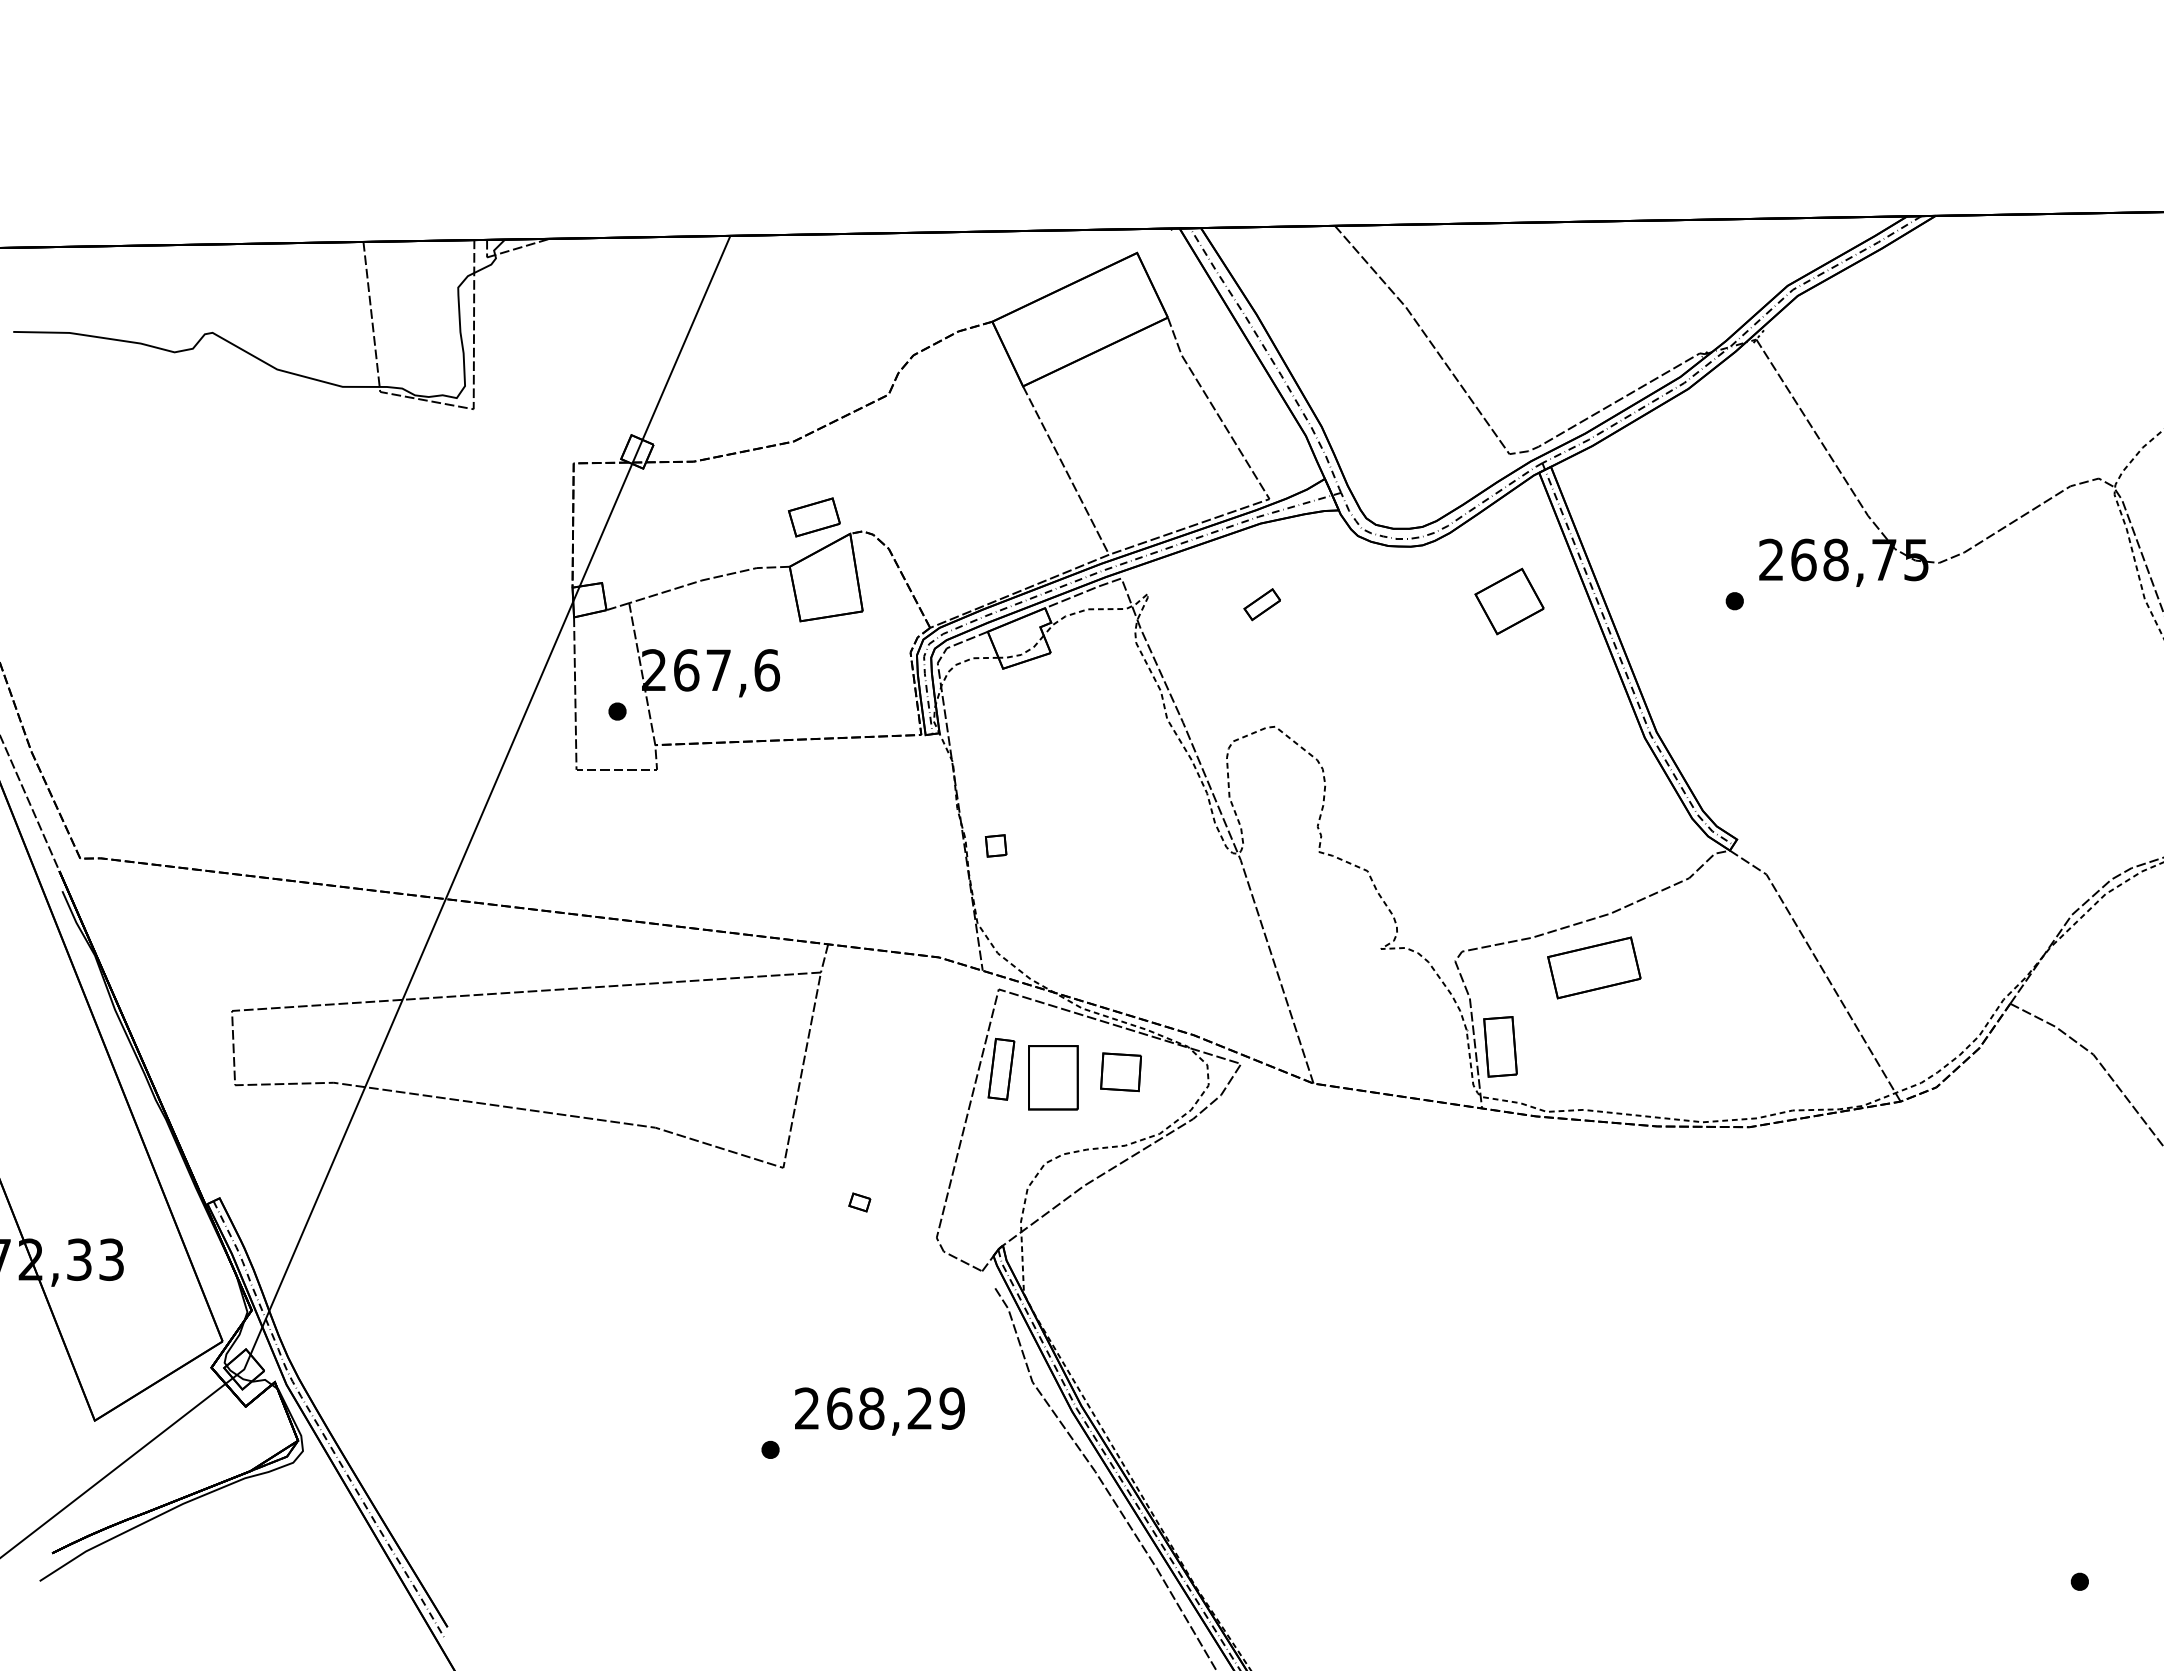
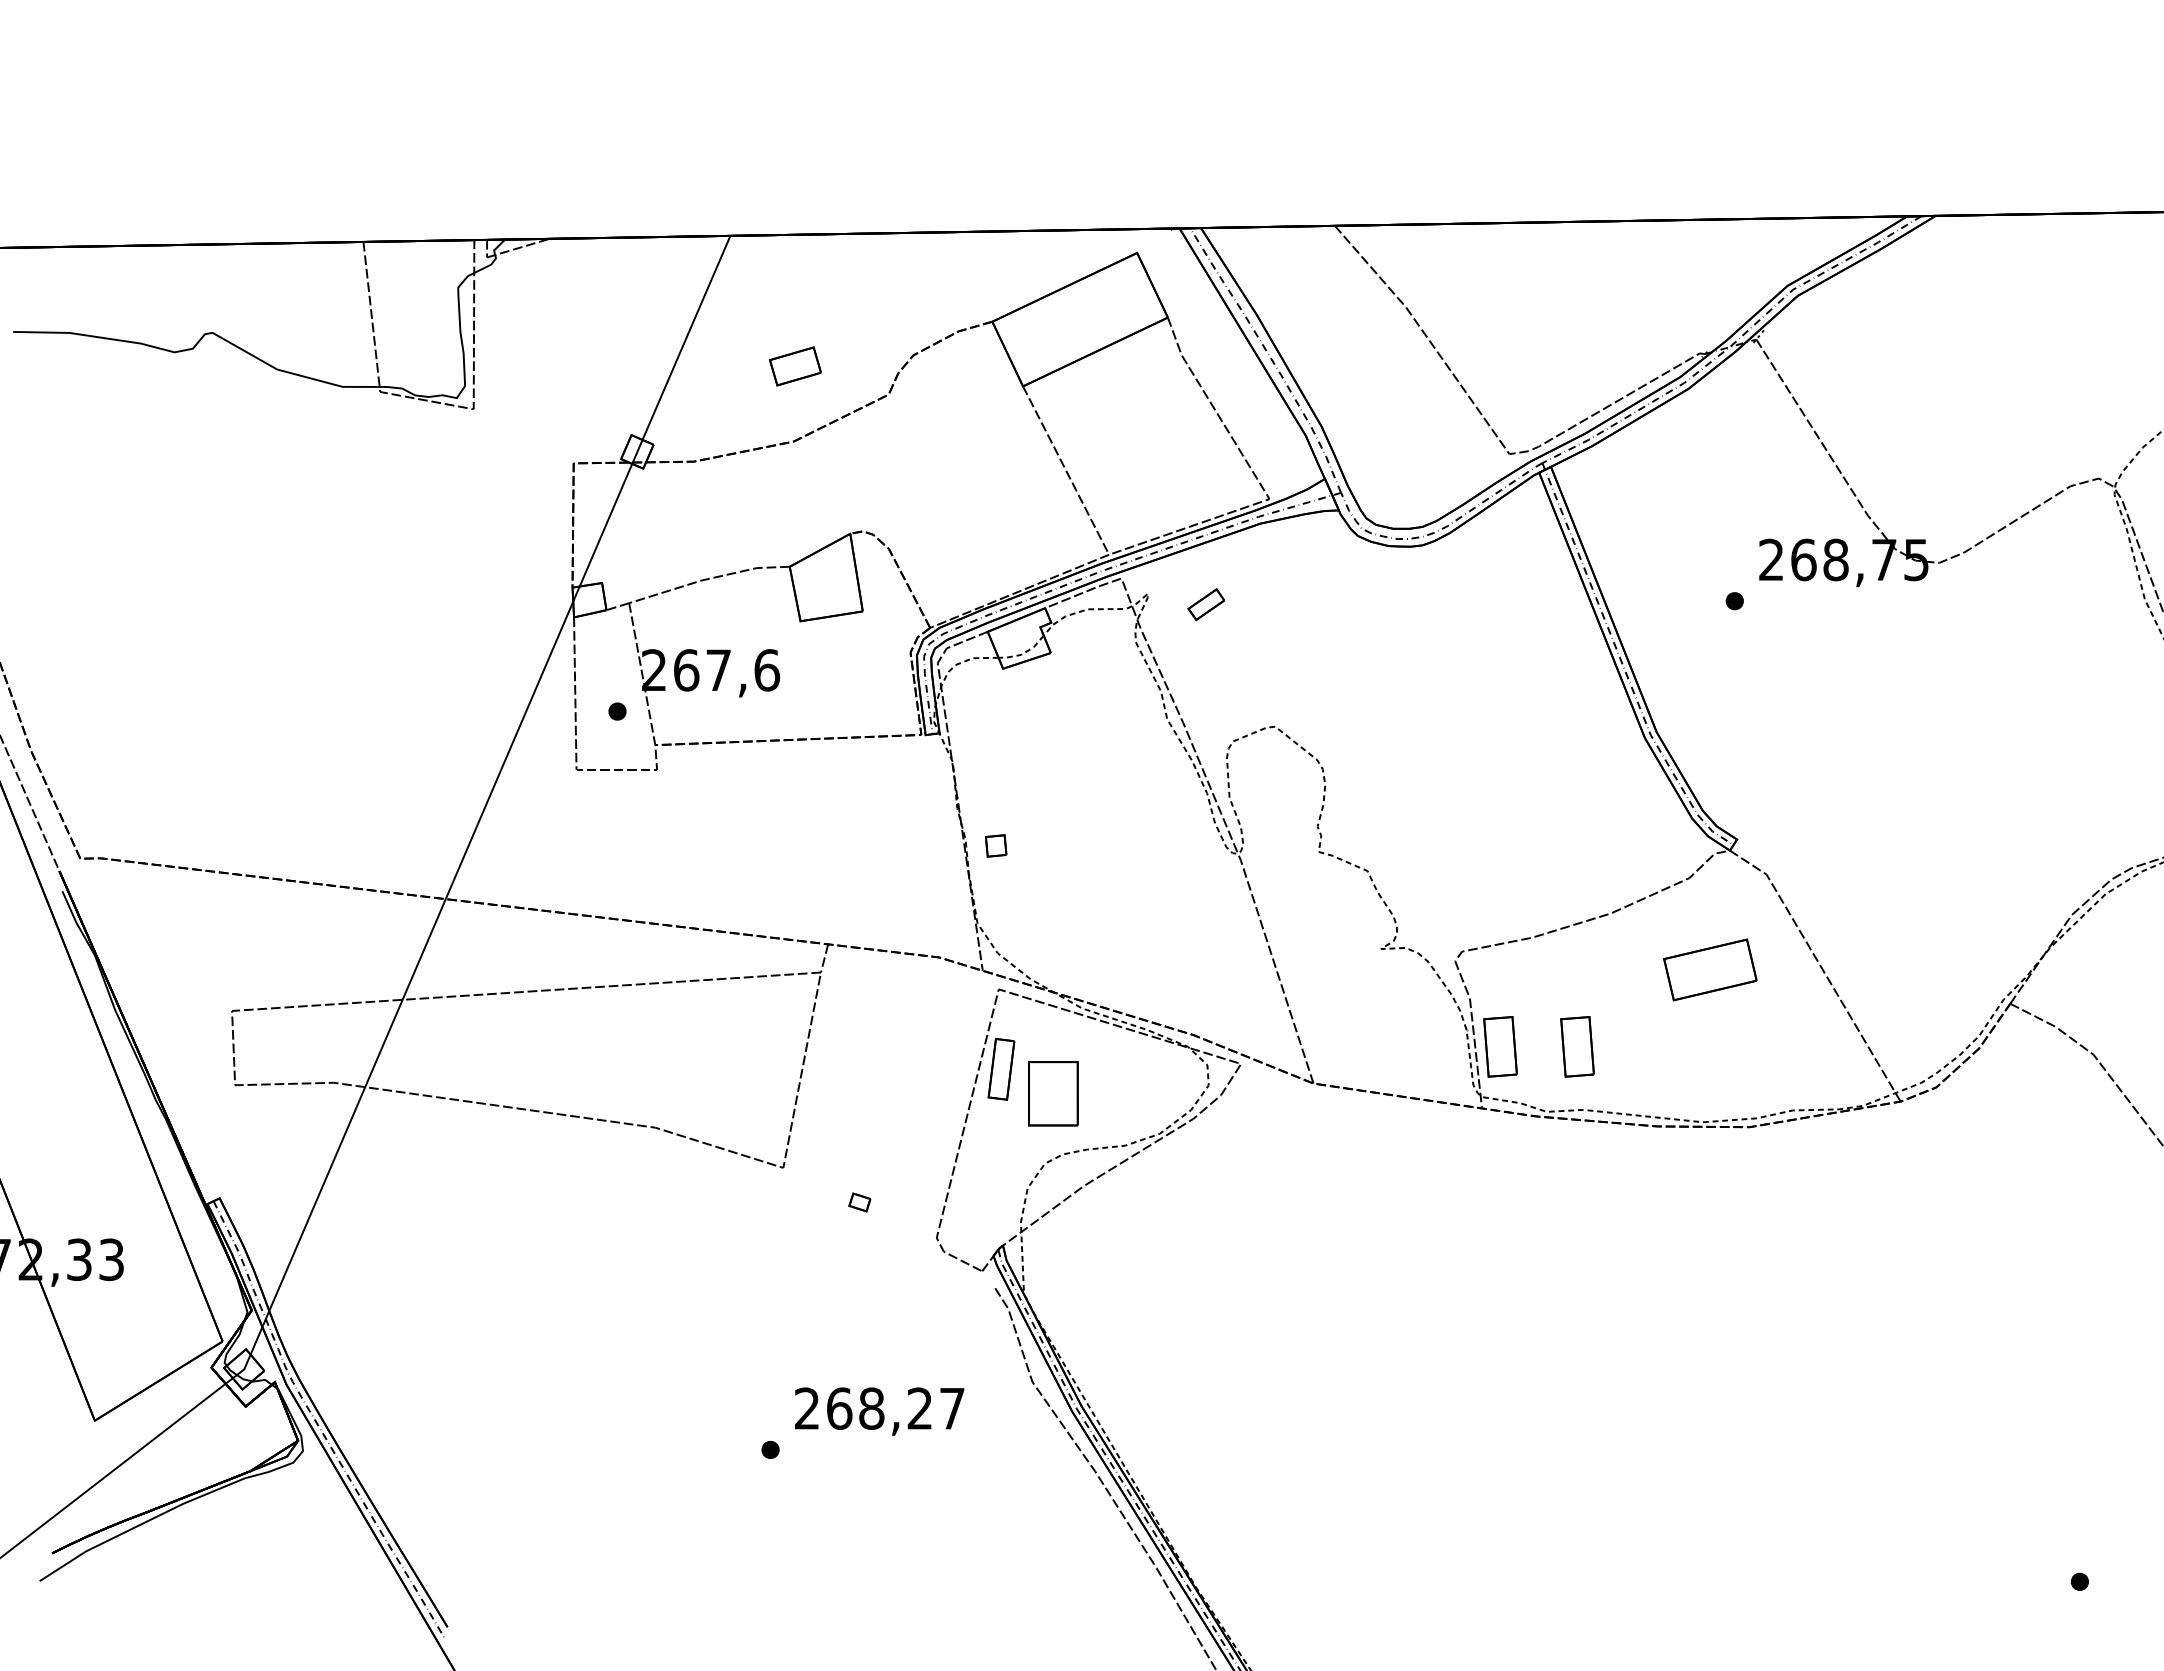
part at (813, 517) position: (813, 517) -> (794, 366)
part at (1509, 601): present -> none
part at (1261, 604) position: (1261, 604) -> (1205, 604)
part at (1594, 967) position: (1594, 967) -> (1710, 969)
part at (1577, 1046): none -> present
part at (1120, 1072): present -> none
part at (1053, 1077) position: (1053, 1077) -> (1053, 1093)
text at (951, 1408): 268,29 -> 268,27
